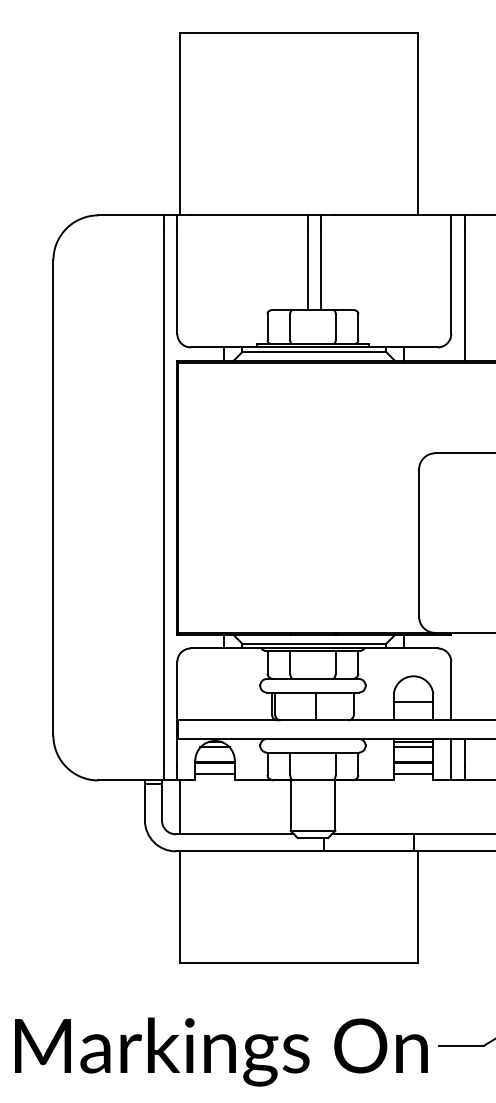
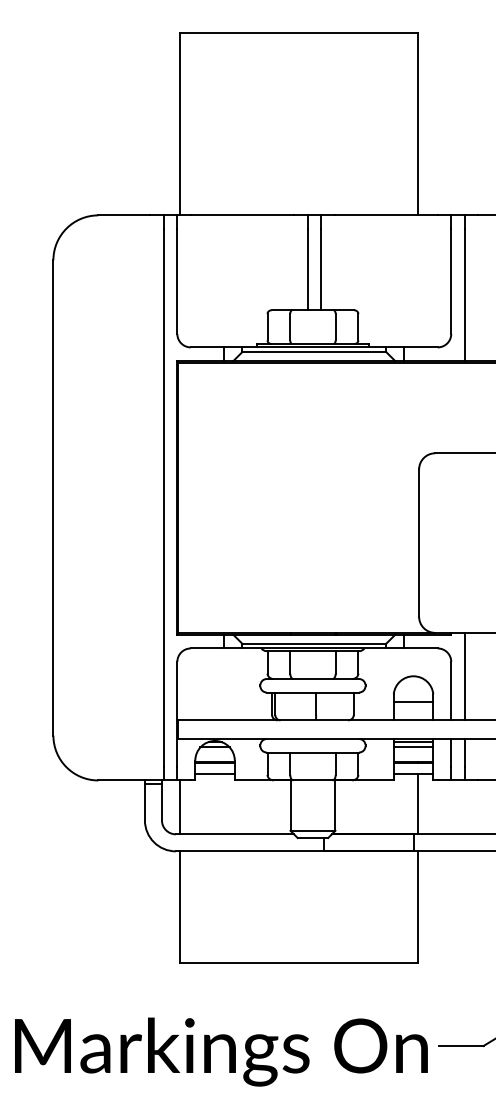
line at (464, 676): none -> present
line at (418, 803): none -> present
